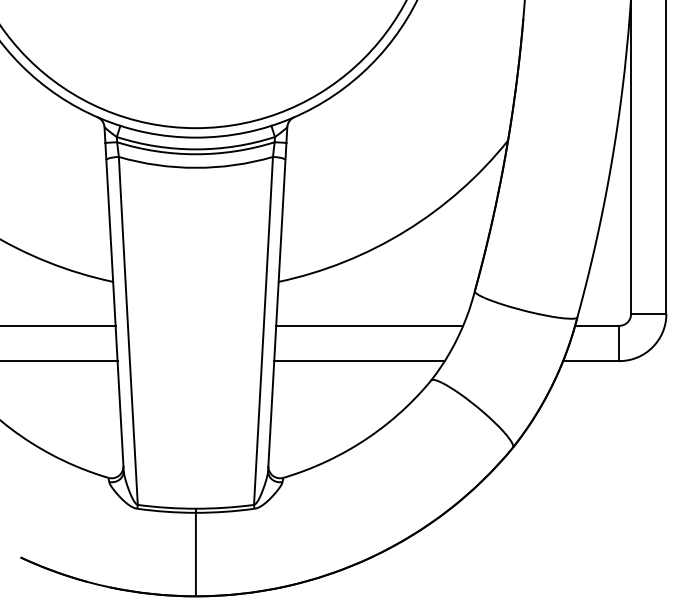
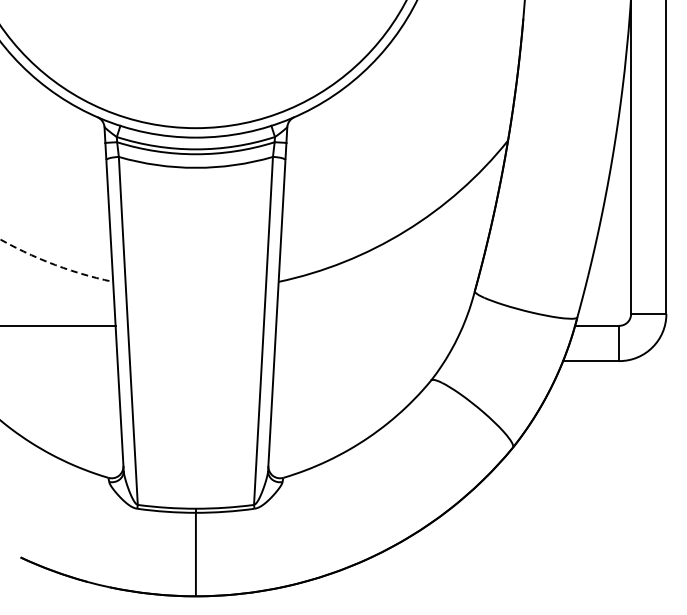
arc at (54, 264): solid -> dashed
line at (369, 325): present -> none
line at (59, 361): present -> none
line at (359, 361): present -> none
